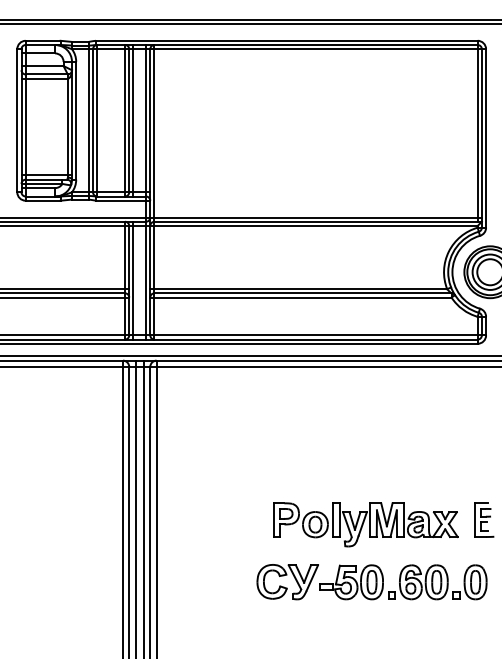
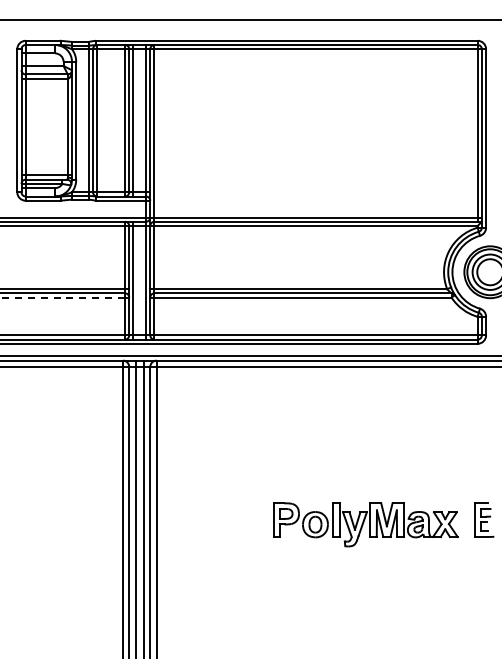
line at (250, 23): present -> none
line at (62, 297): solid -> dashed
part at (371, 582): present -> none
